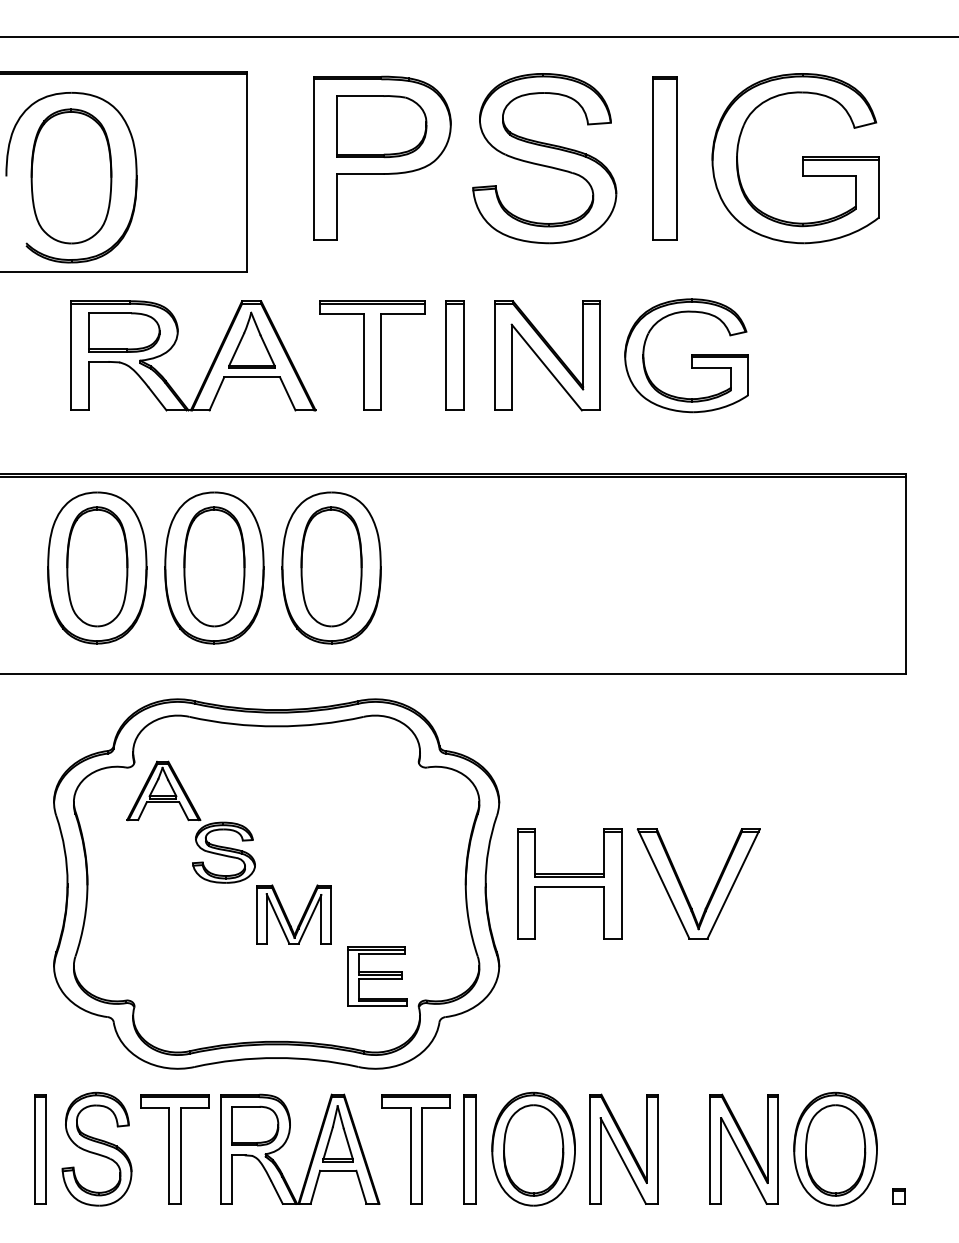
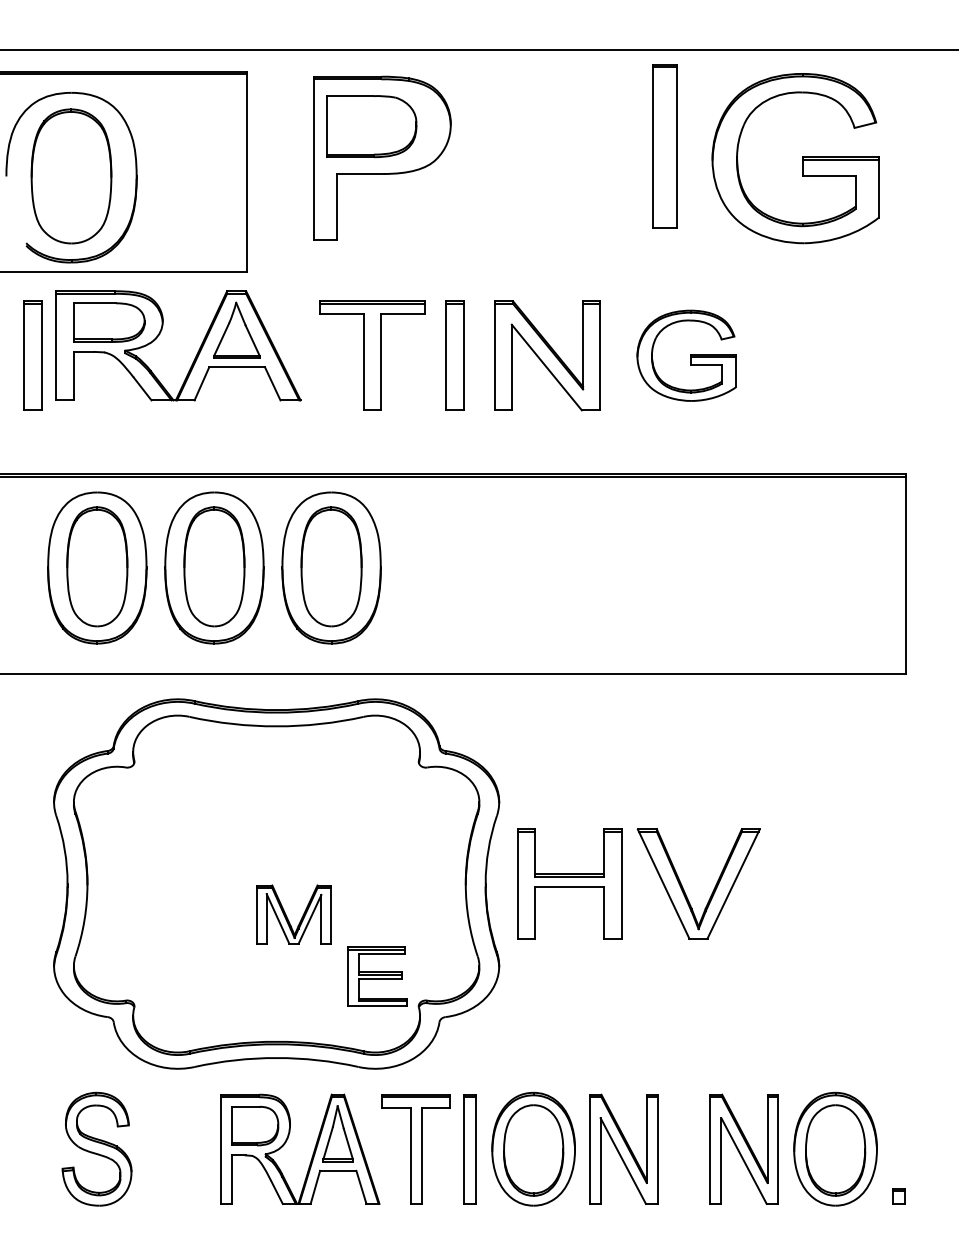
line at (478, 37) position: (478, 37) -> (478, 50)
part at (381, 126) position: (381, 126) -> (371, 126)
part at (544, 158): present -> none
part at (664, 158) position: (664, 158) -> (664, 146)
part at (32, 355): none -> present
part at (686, 355) size: 125x116 px -> 101x93 px
part at (211, 363) position: (211, 363) -> (196, 353)
part at (190, 821): present -> none
part at (40, 1149): present -> none
part at (174, 1149): present -> none
